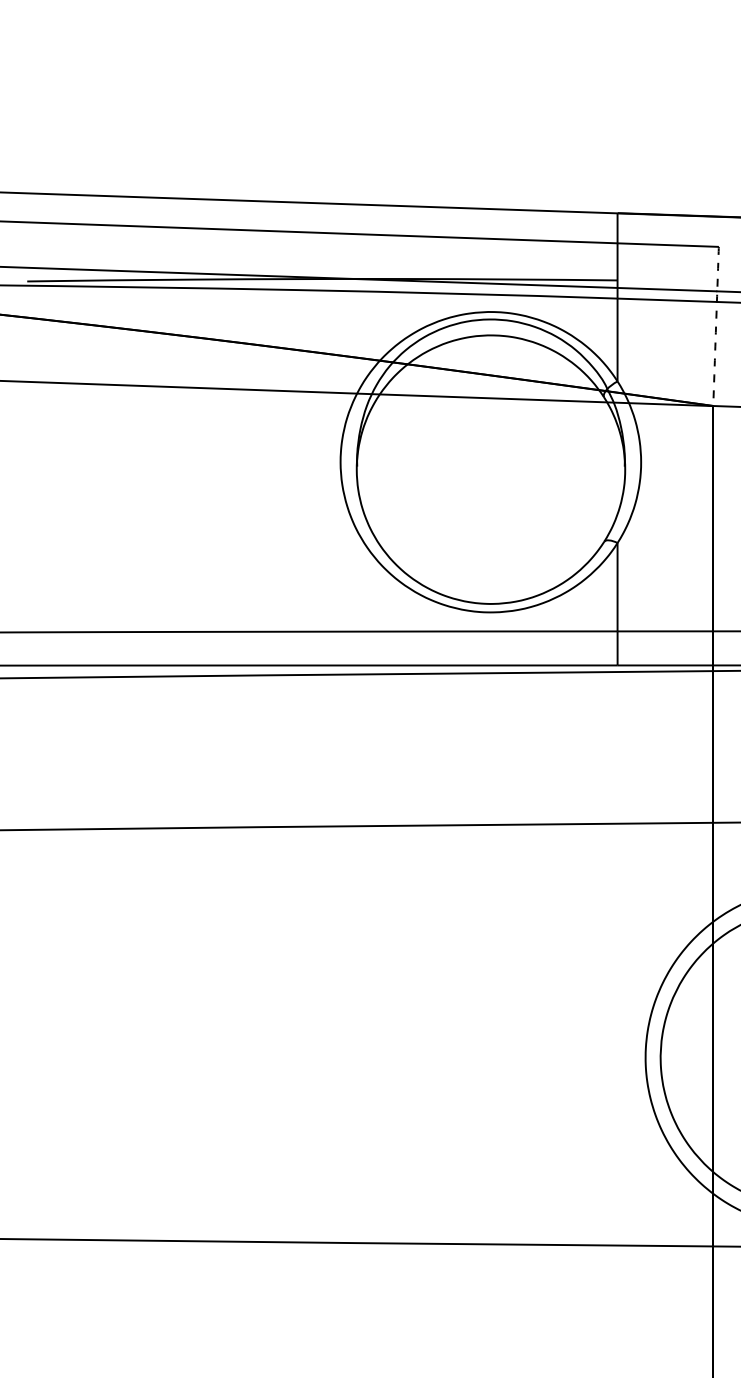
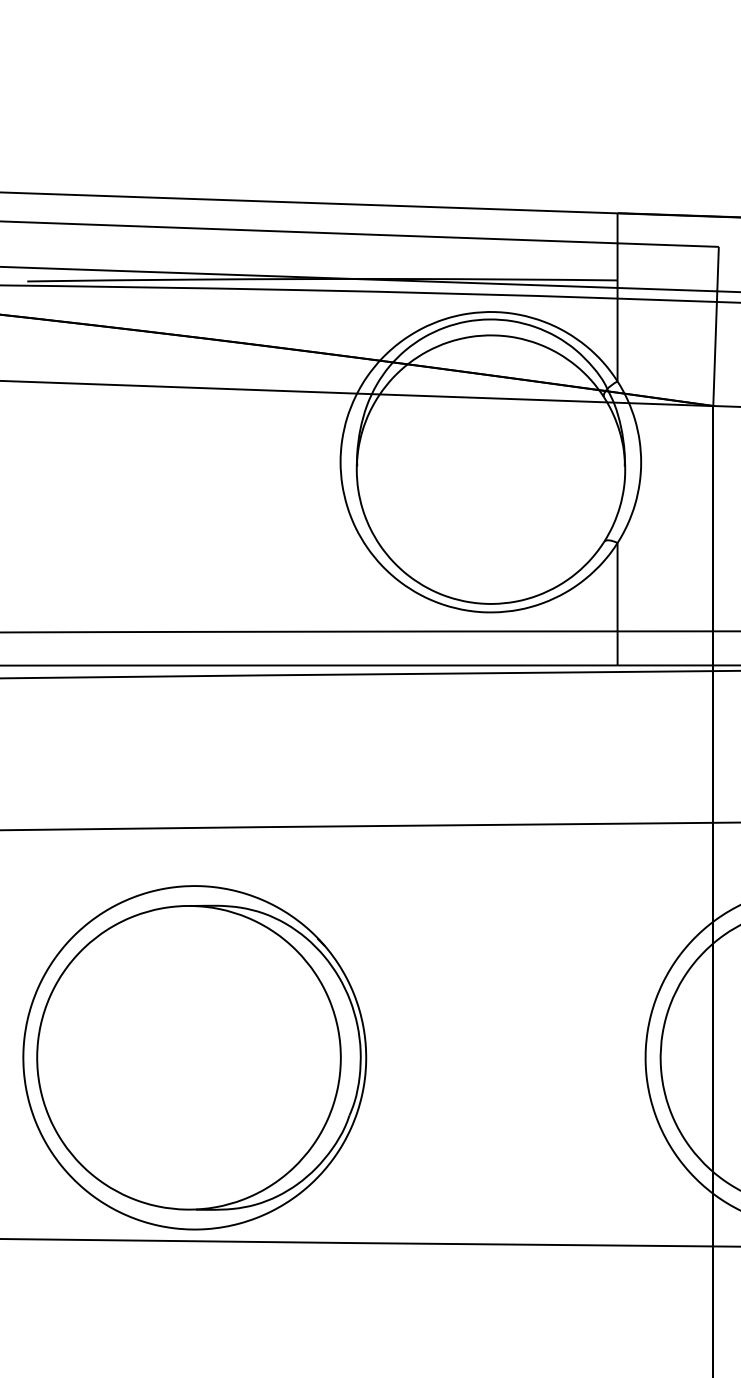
arc at (716, 322): dashed -> solid
part at (194, 1057): none -> present
